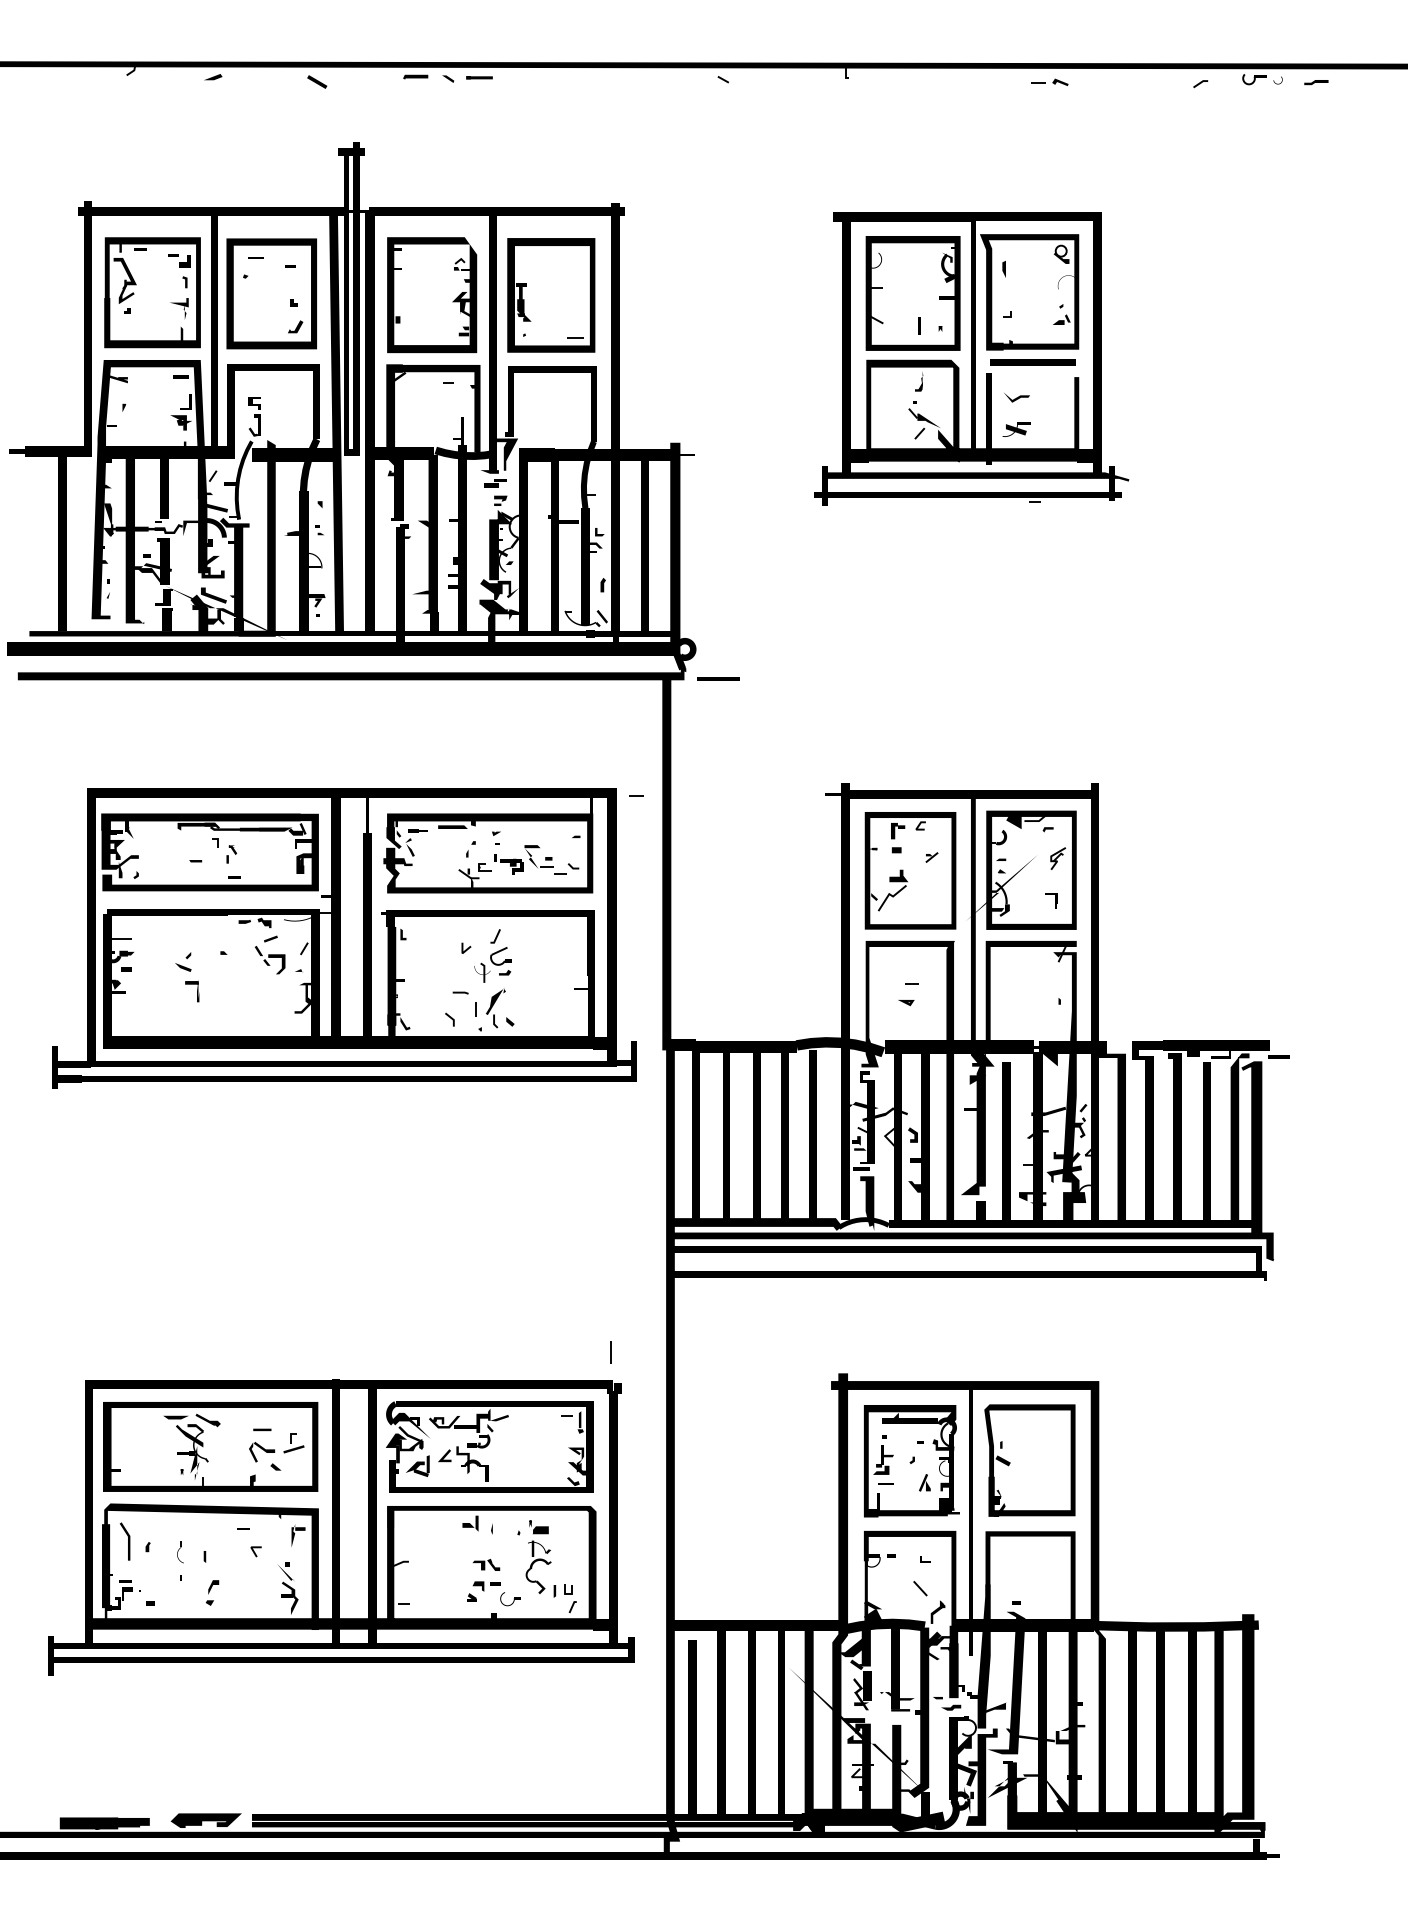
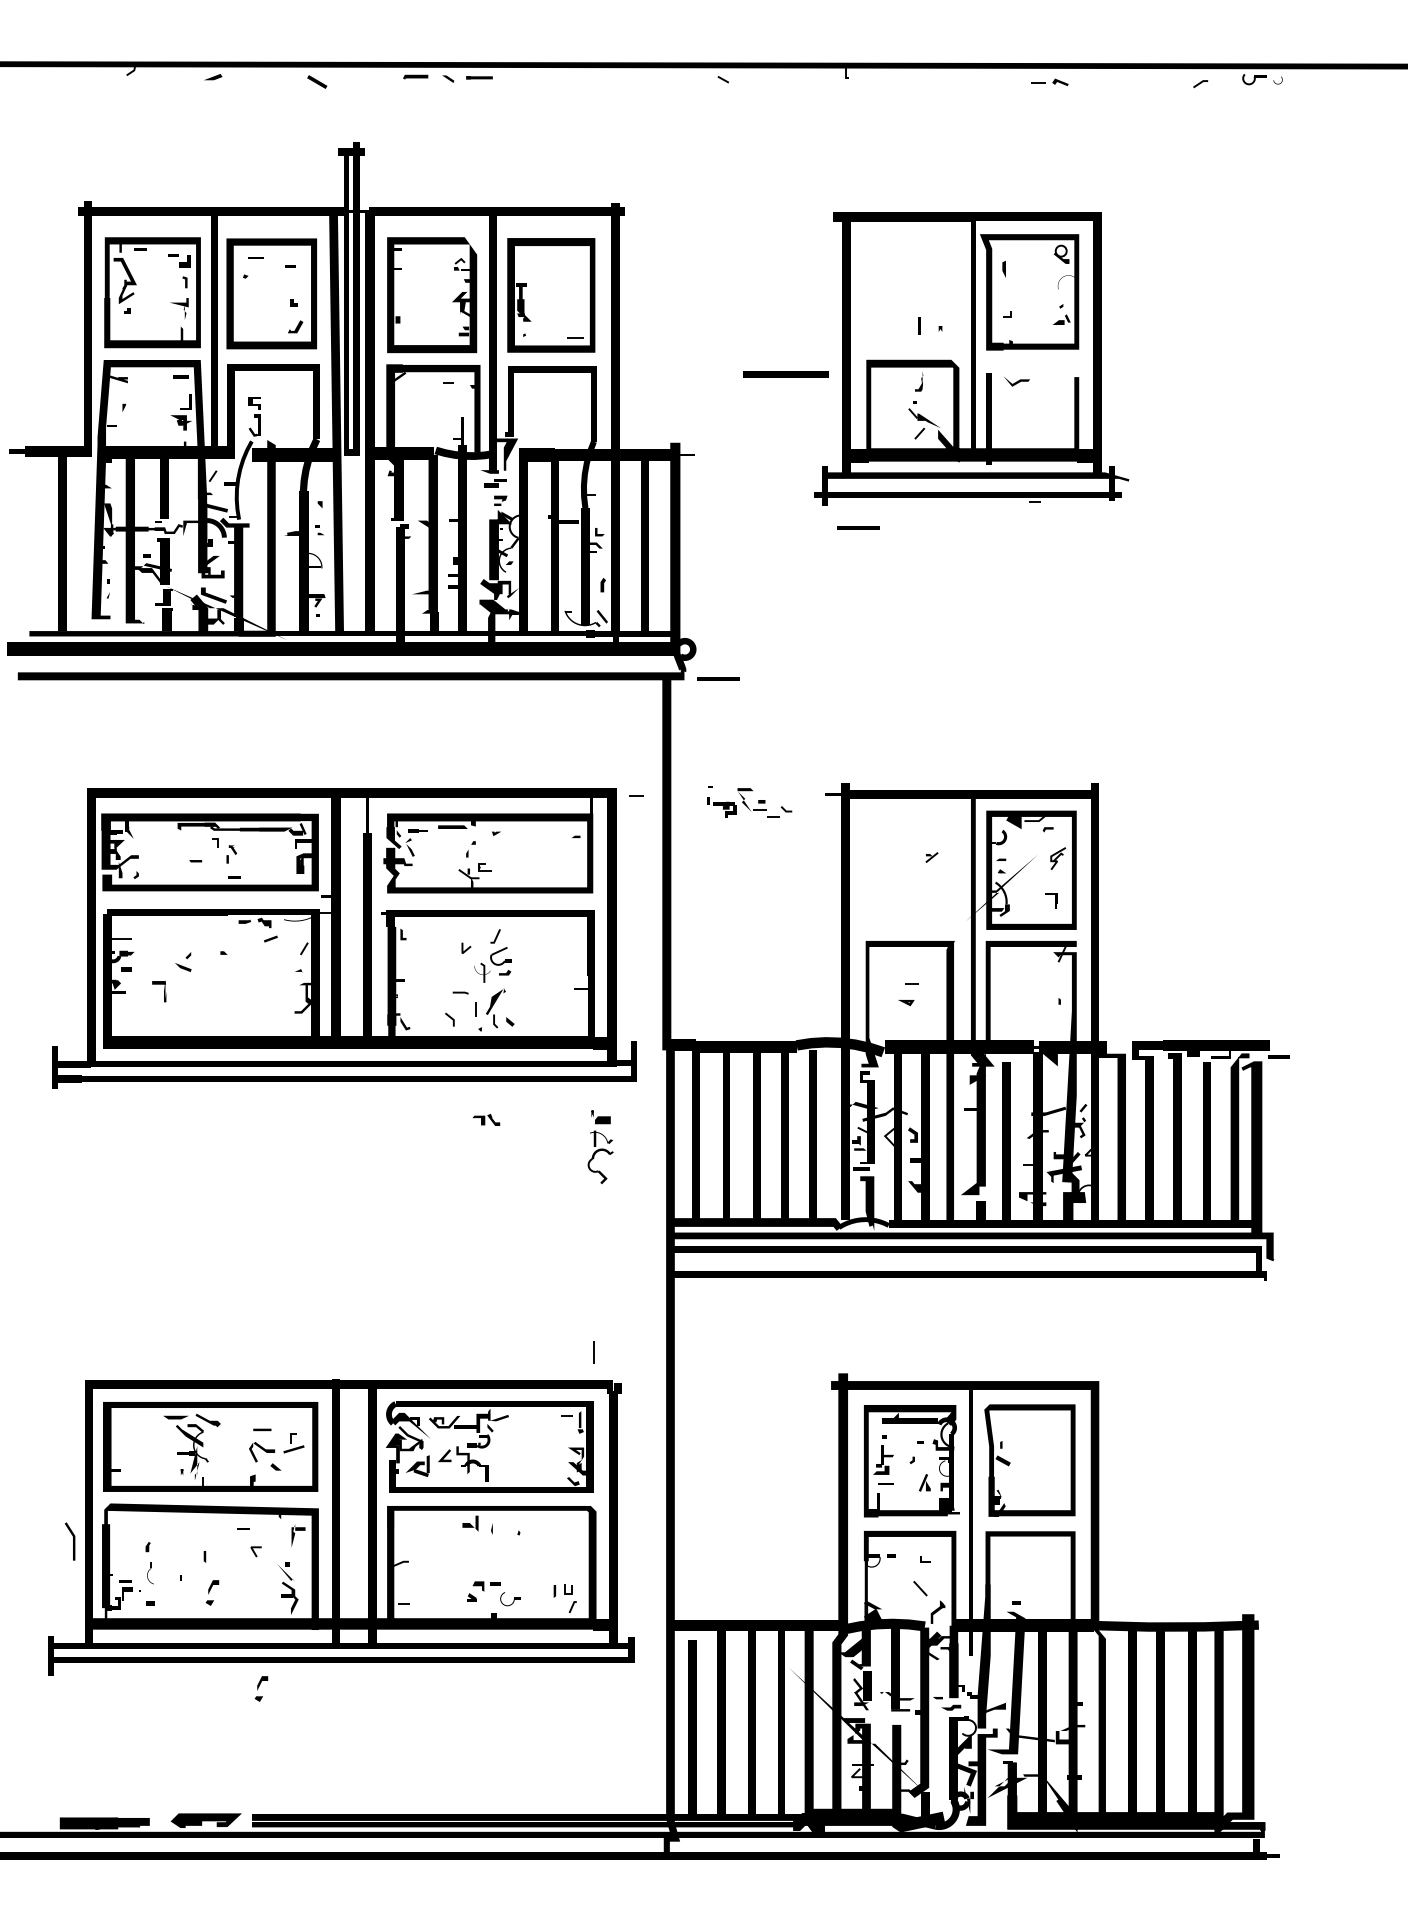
line at (1316, 82): present -> none
part at (912, 293): present -> none
line at (1032, 362) position: (1032, 362) -> (785, 374)
curve at (1016, 397) position: (1016, 397) -> (1016, 381)
part at (1016, 429): present -> none
line at (858, 527): none -> present
part at (536, 858) position: (536, 858) -> (749, 801)
part at (910, 870): present -> none
part at (270, 960): present -> none
curve at (197, 991) position: (197, 991) -> (164, 991)
line at (610, 1352) position: (610, 1352) -> (593, 1352)
line at (128, 1541) position: (128, 1541) -> (73, 1541)
part at (180, 1552) position: (180, 1552) -> (150, 1573)
part at (538, 1556) position: (538, 1556) -> (600, 1146)
part at (486, 1564) position: (486, 1564) -> (486, 1119)
part at (261, 1688): none -> present
